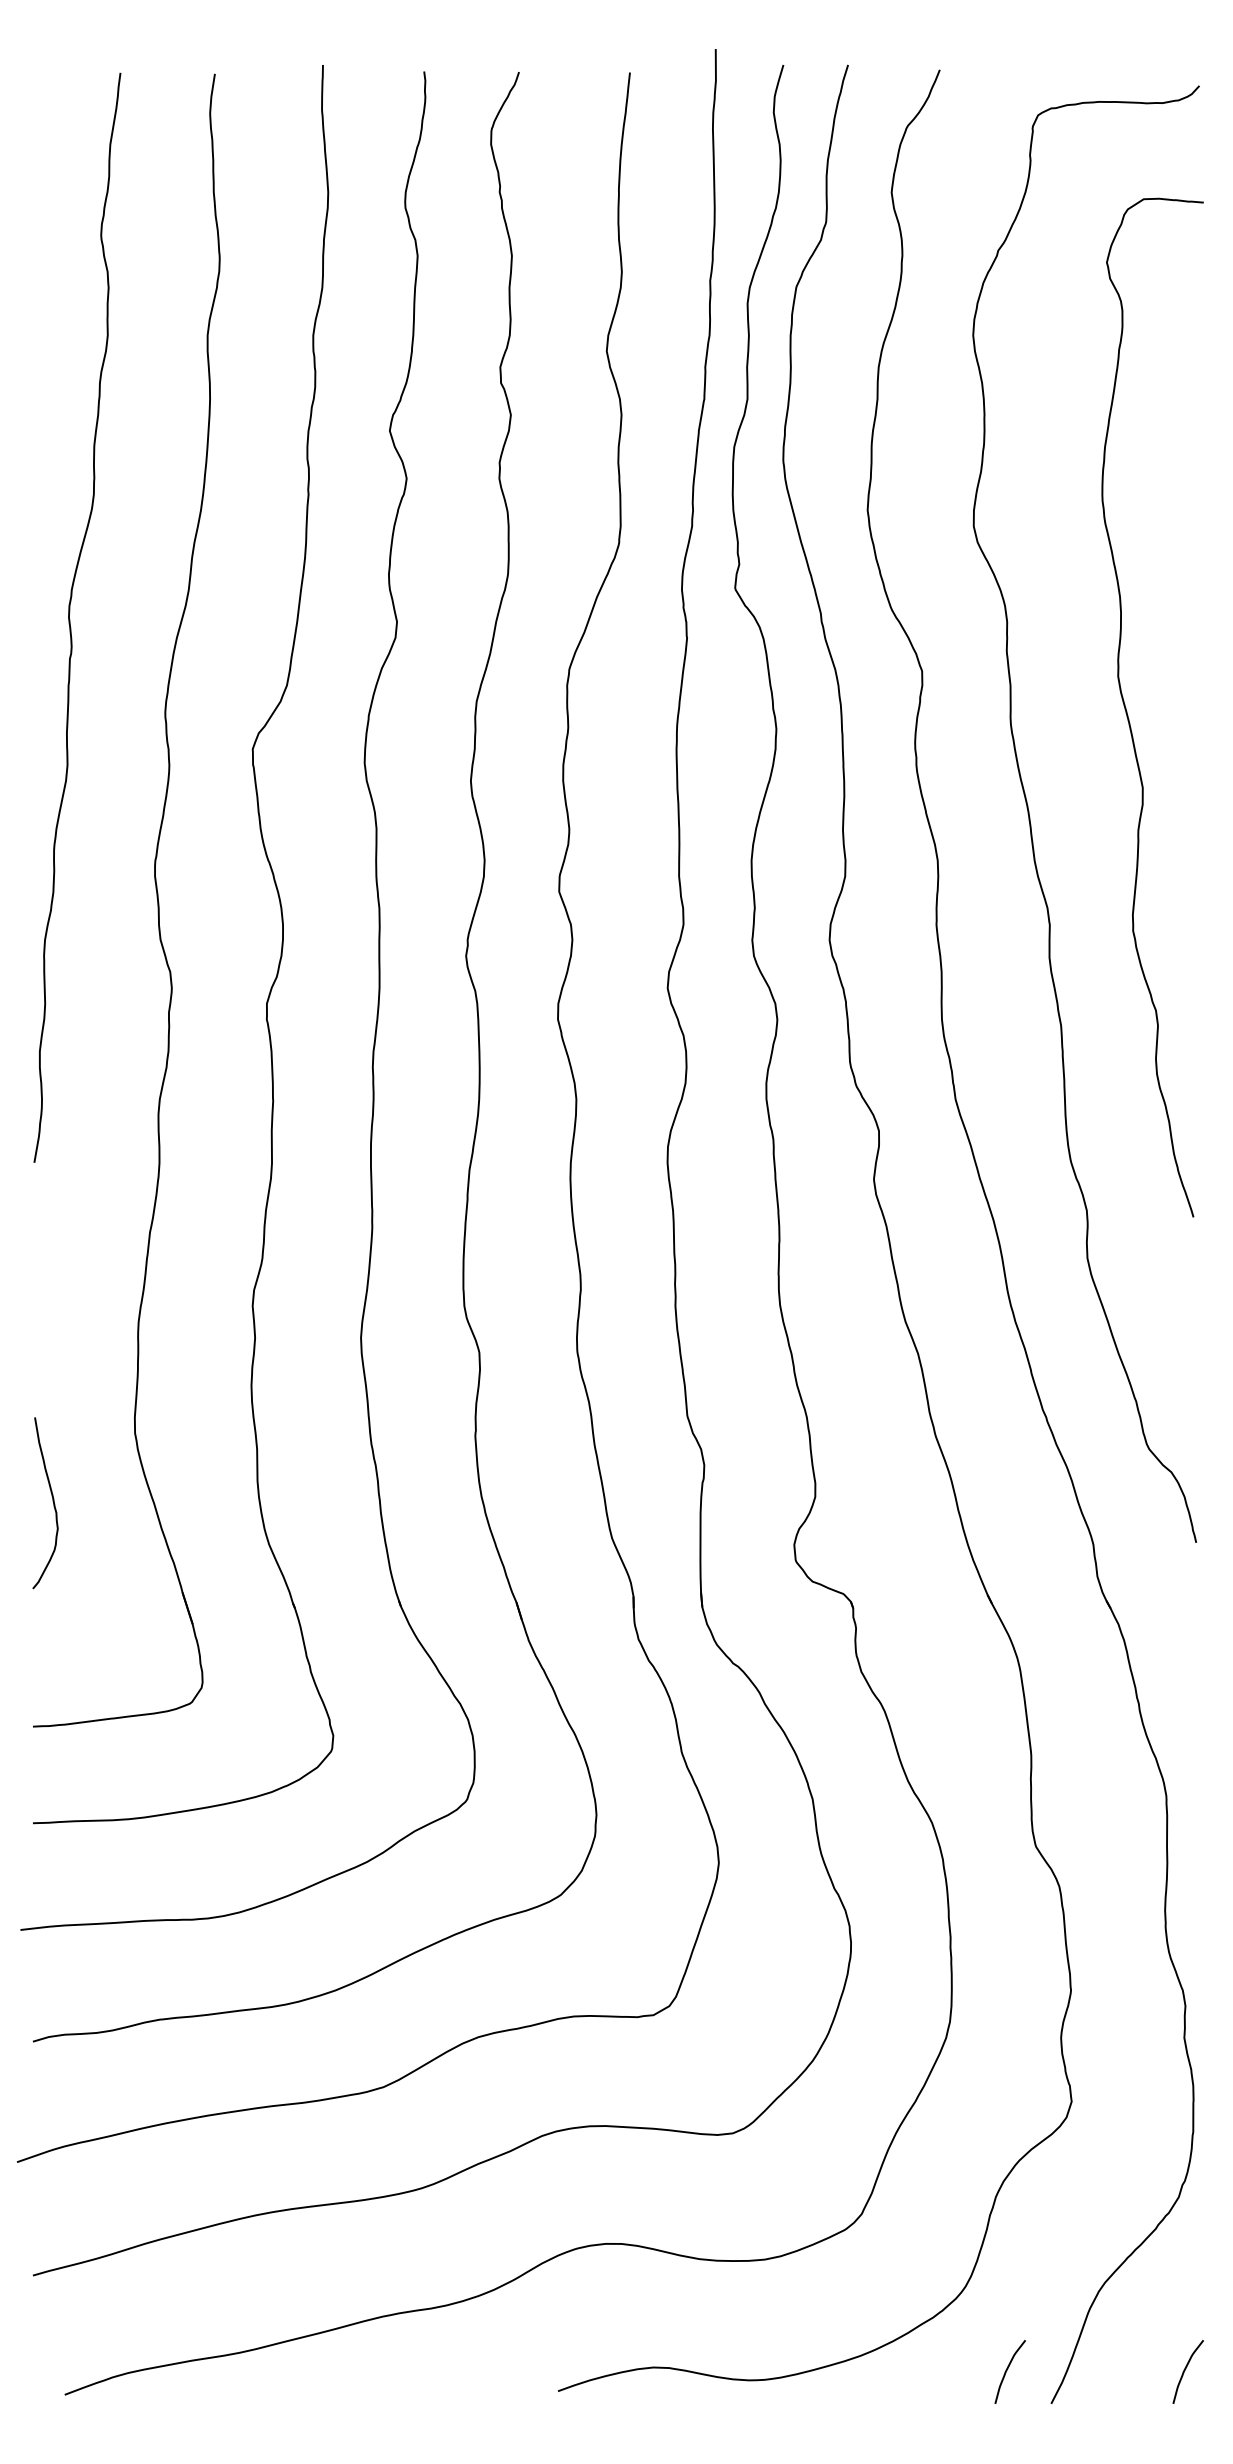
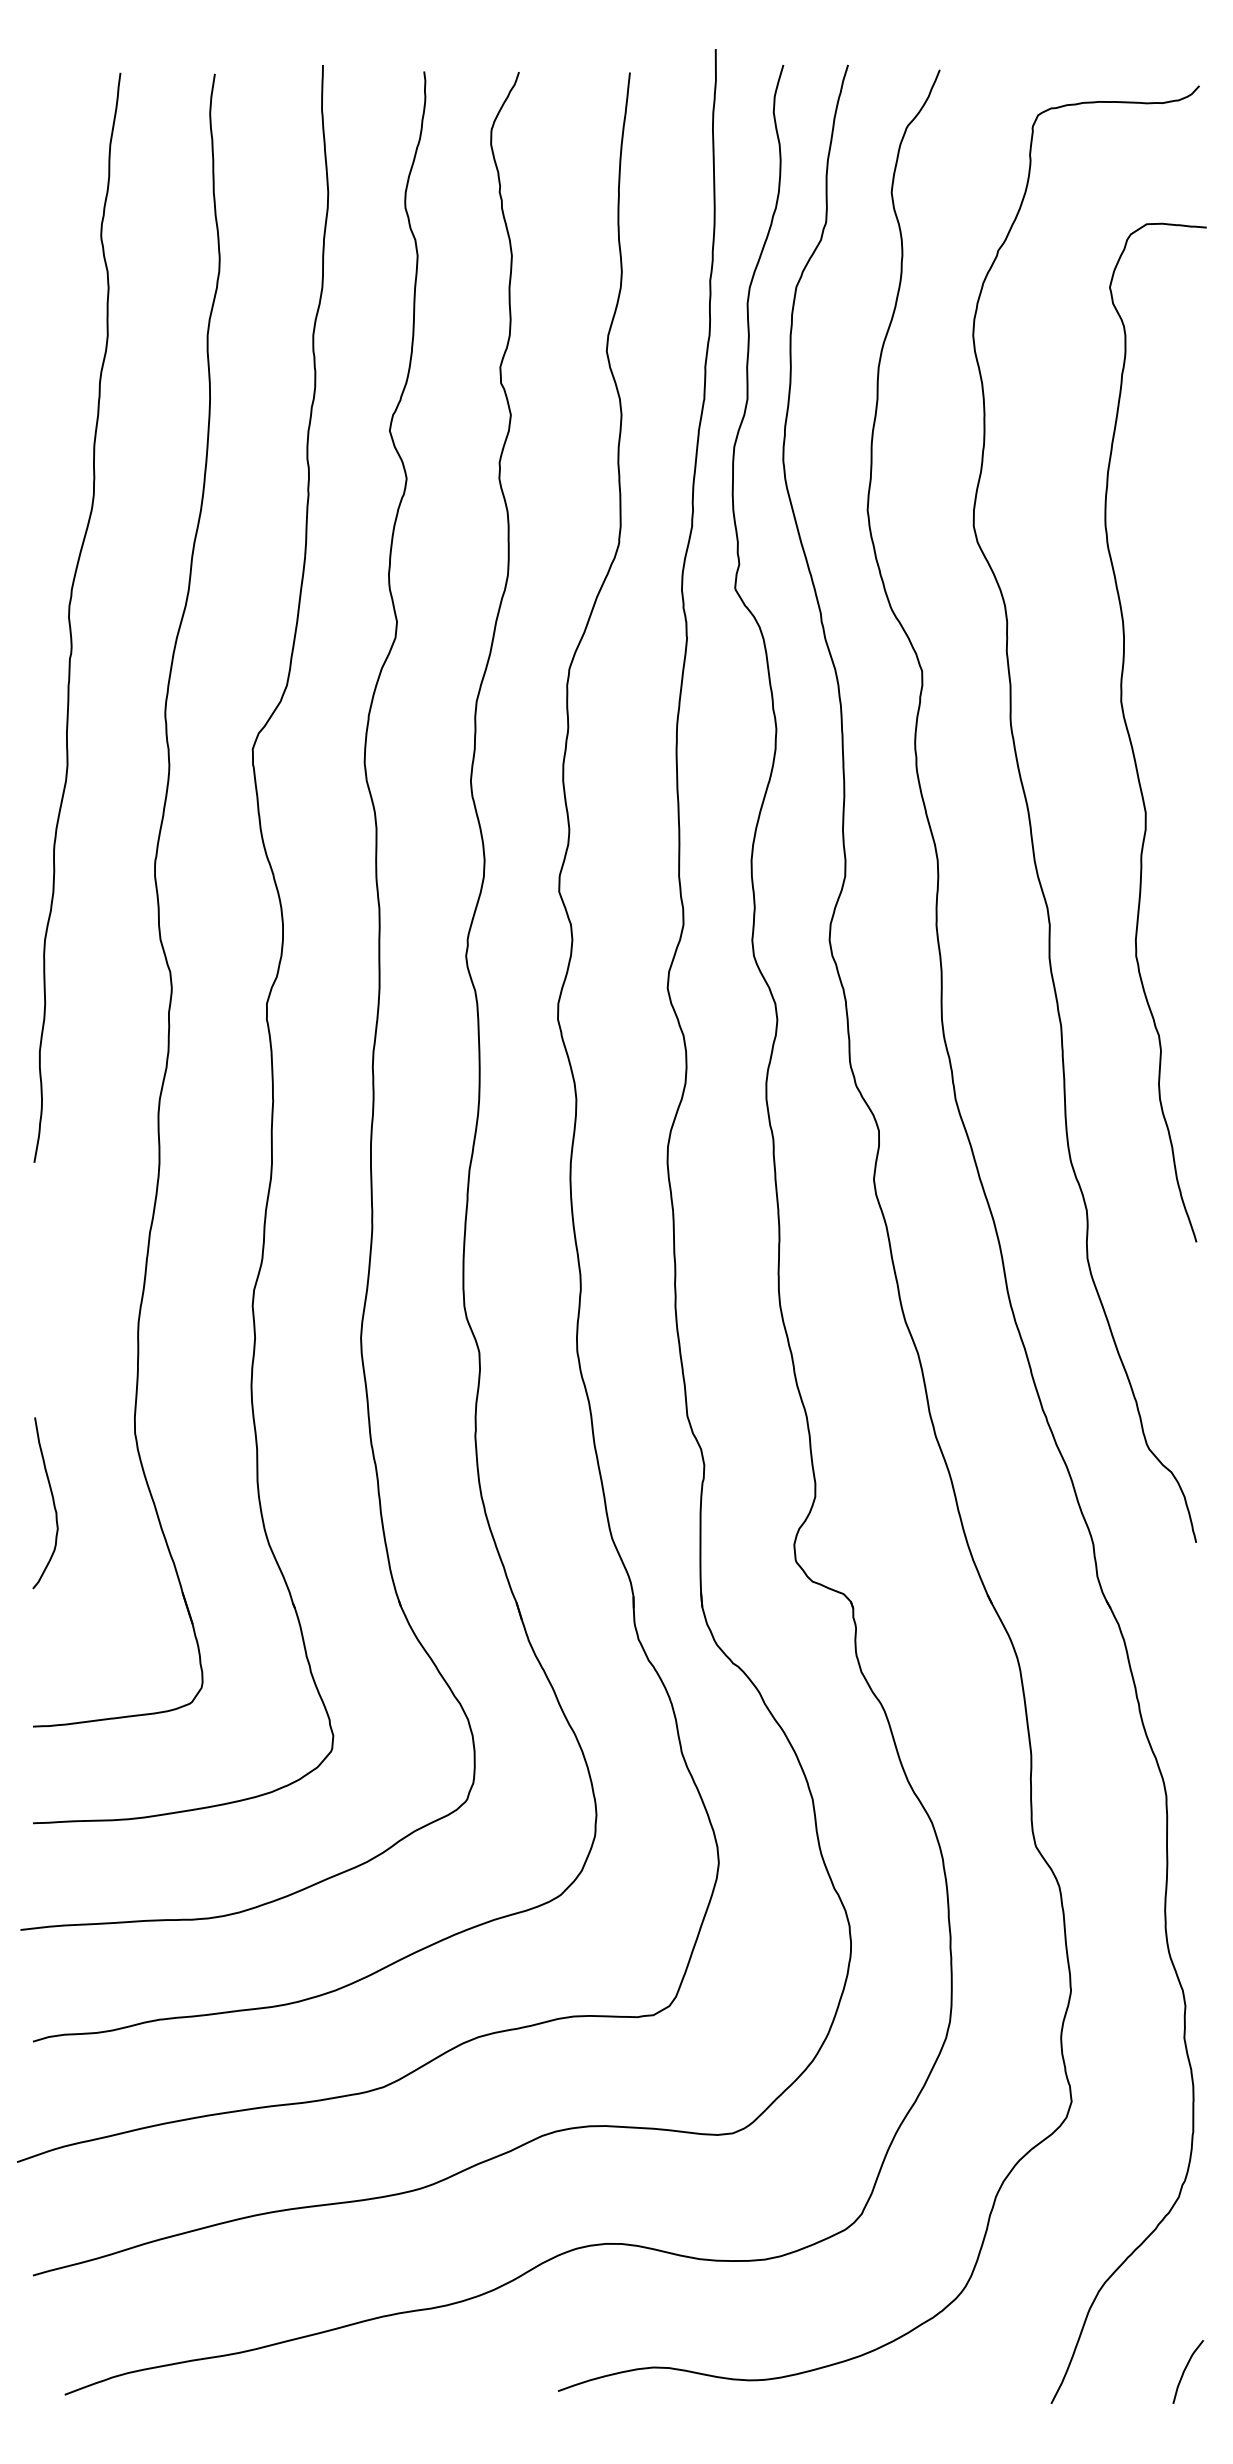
curve at (1128, 715) position: (1128, 715) -> (1131, 740)
curve at (1007, 2370): present -> none
